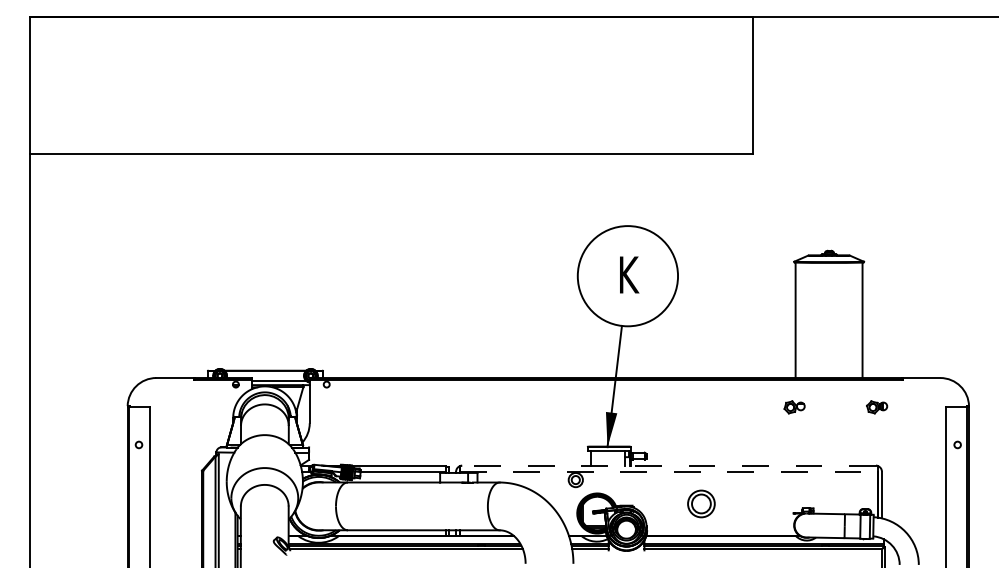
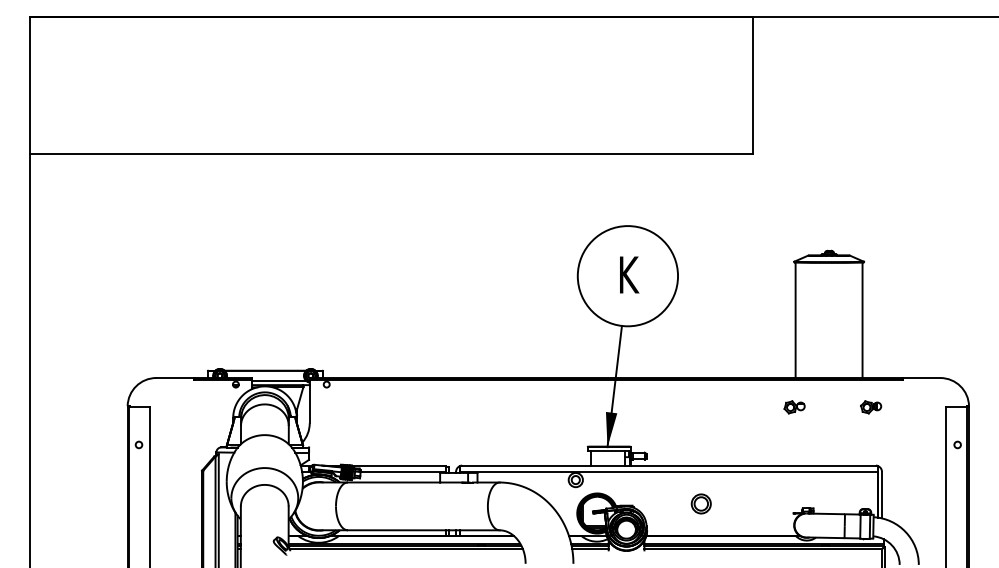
part at (877, 407) position: (877, 407) -> (871, 407)
line at (669, 465): dashed -> solid
line at (669, 471): dashed -> solid
part at (701, 503) size: 29x30 px -> 22x22 px
